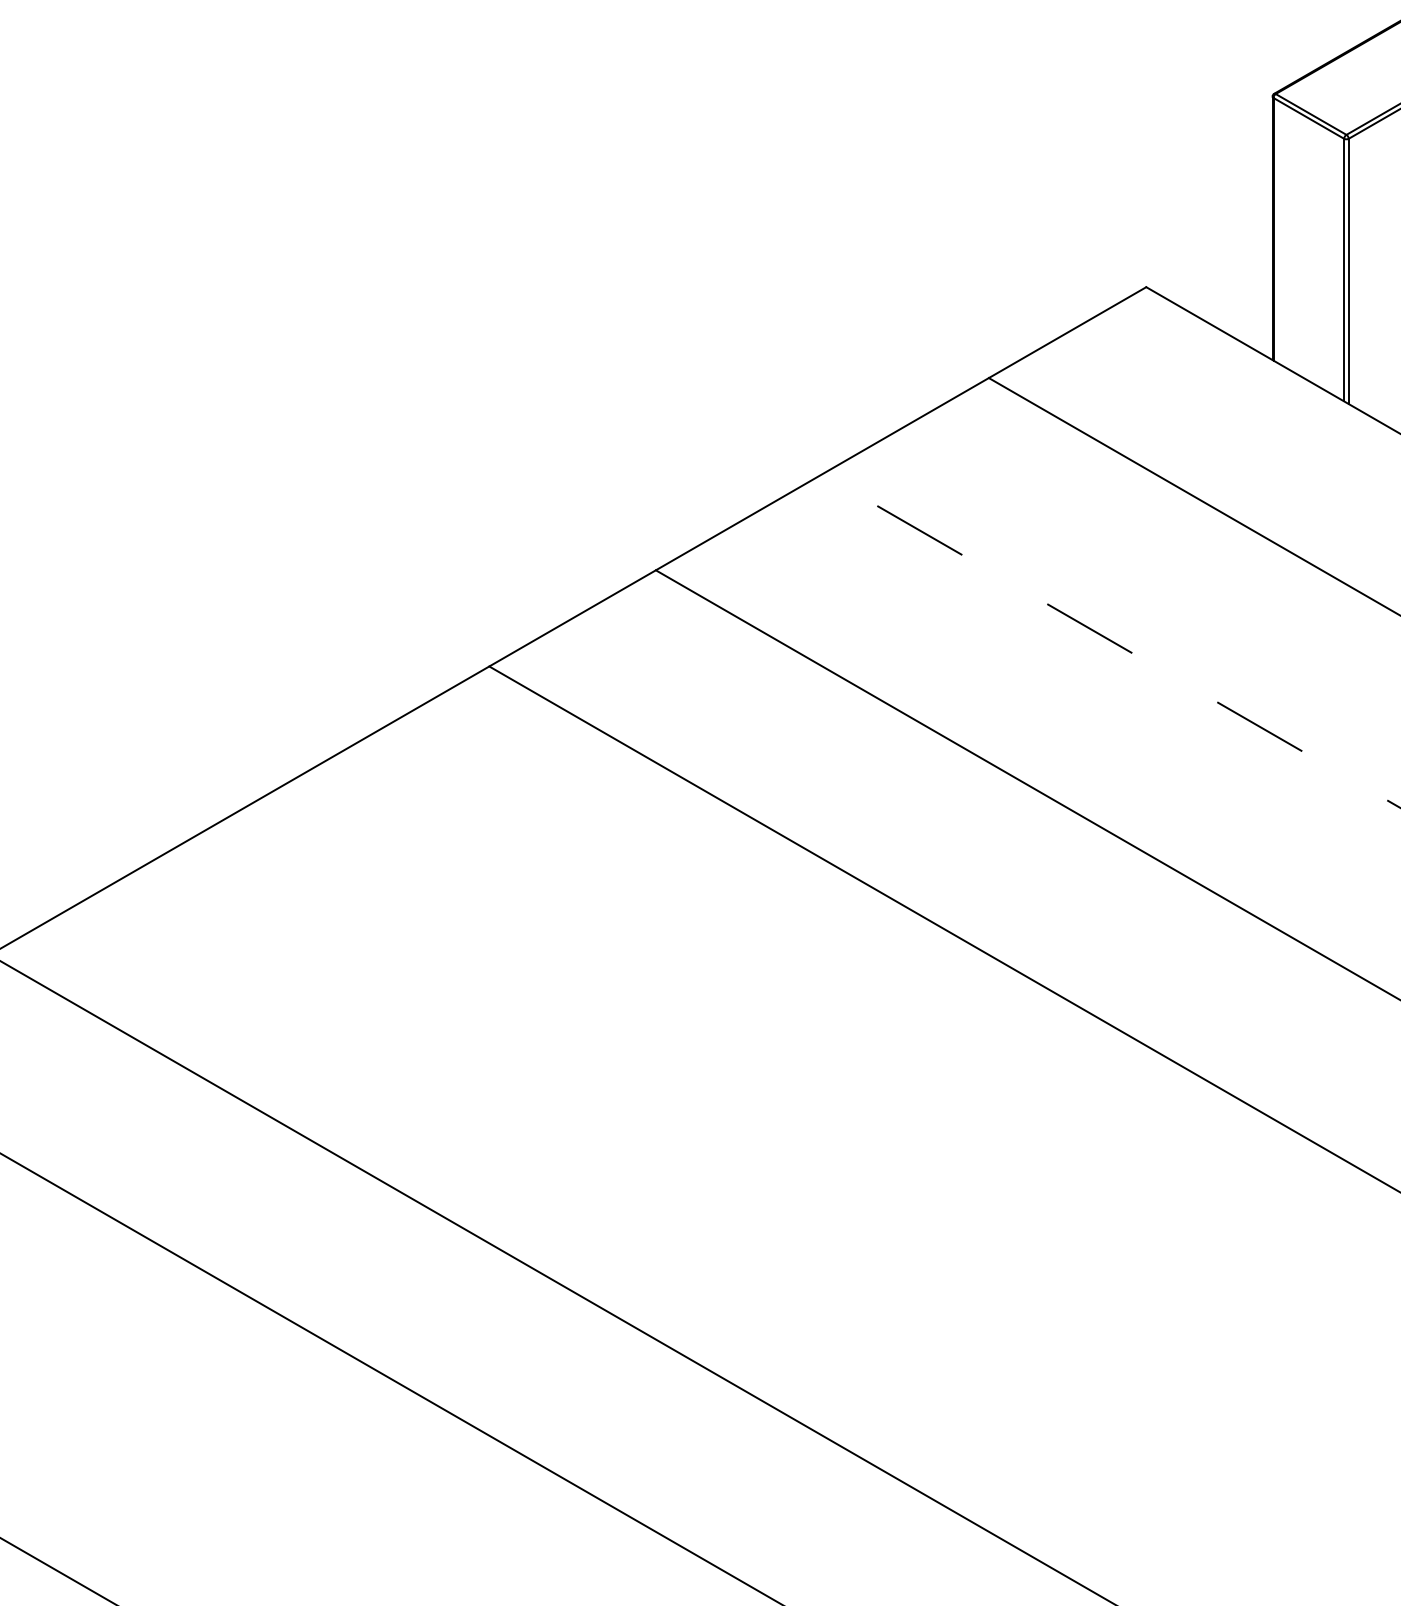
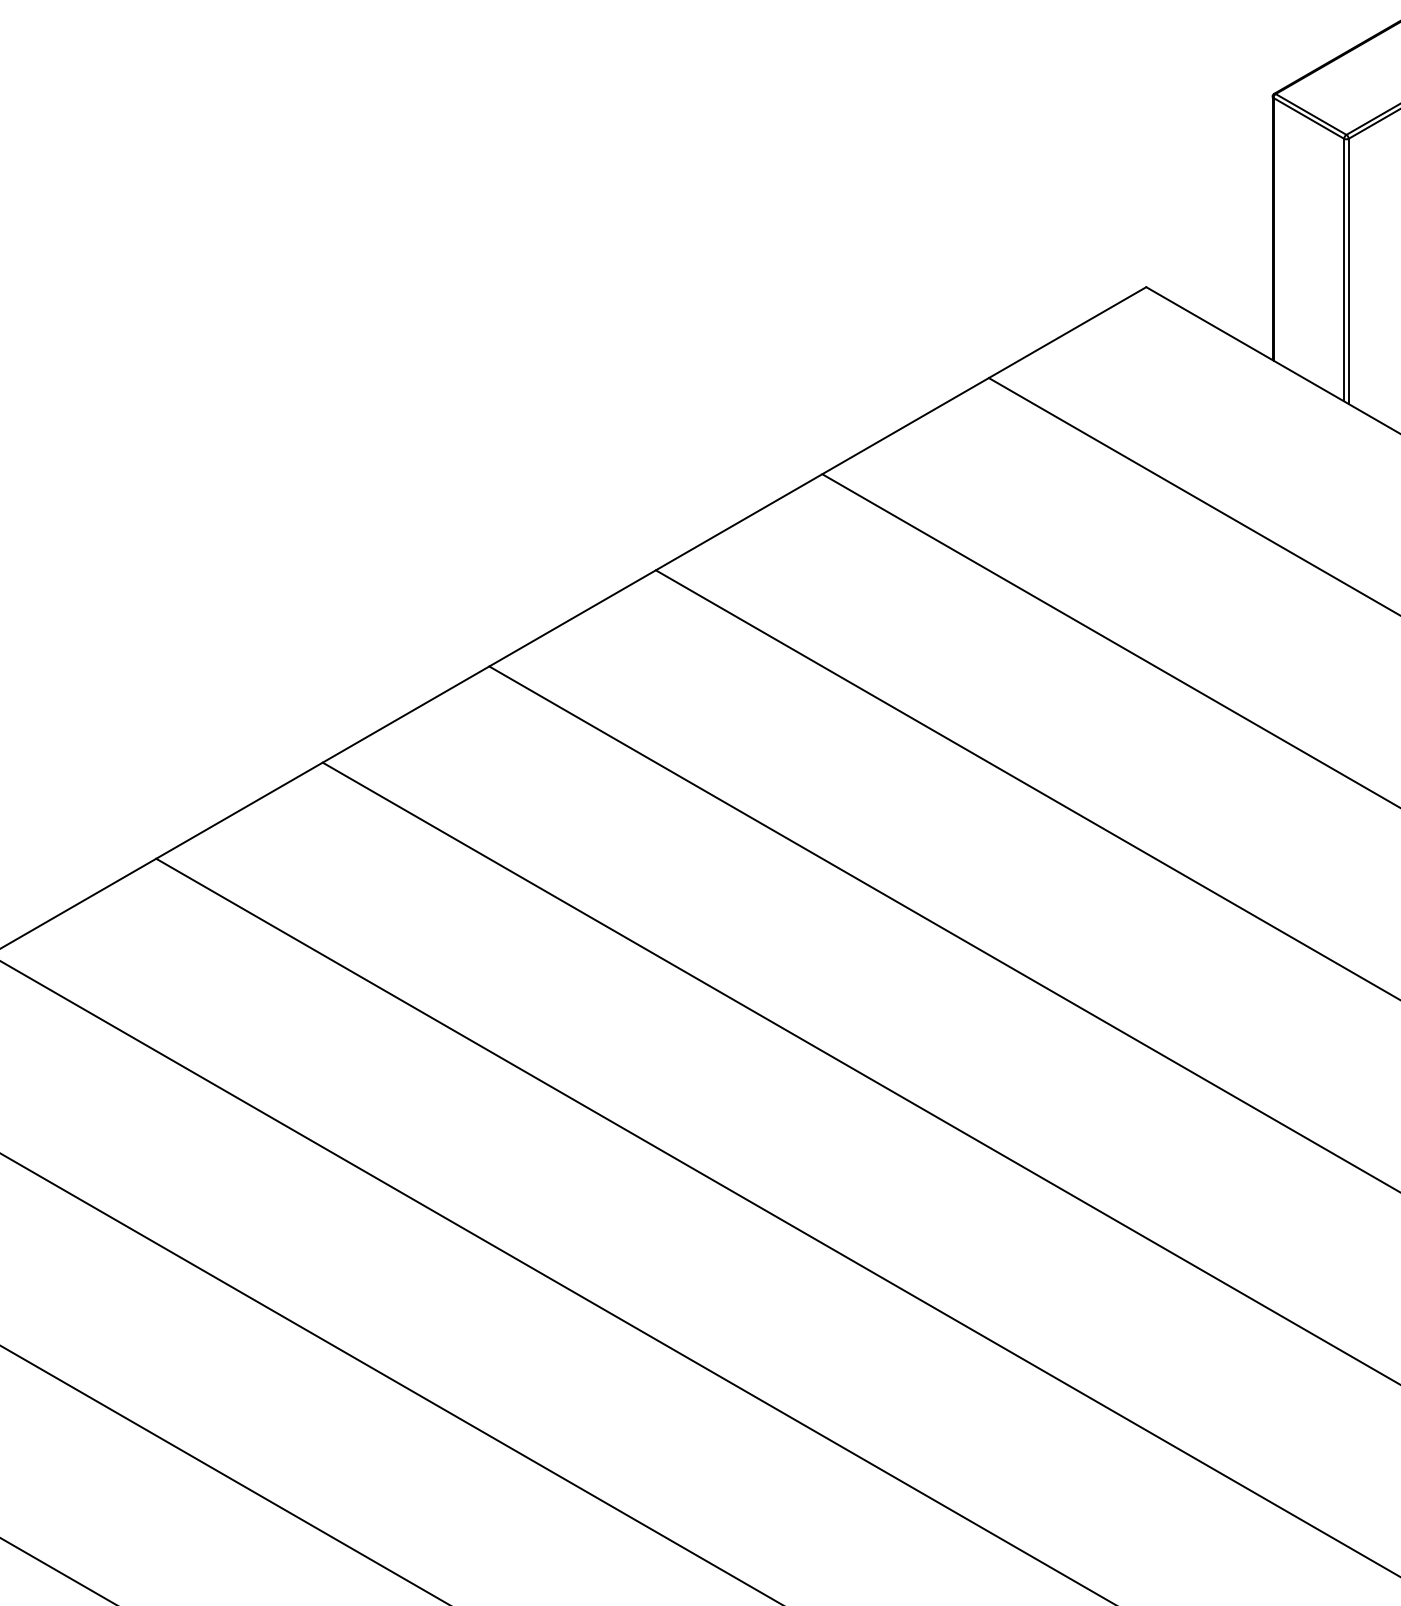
line at (1111, 641): dashed -> solid
line at (859, 1072): none -> present
line at (776, 1216): none -> present
line at (223, 1474): none -> present
